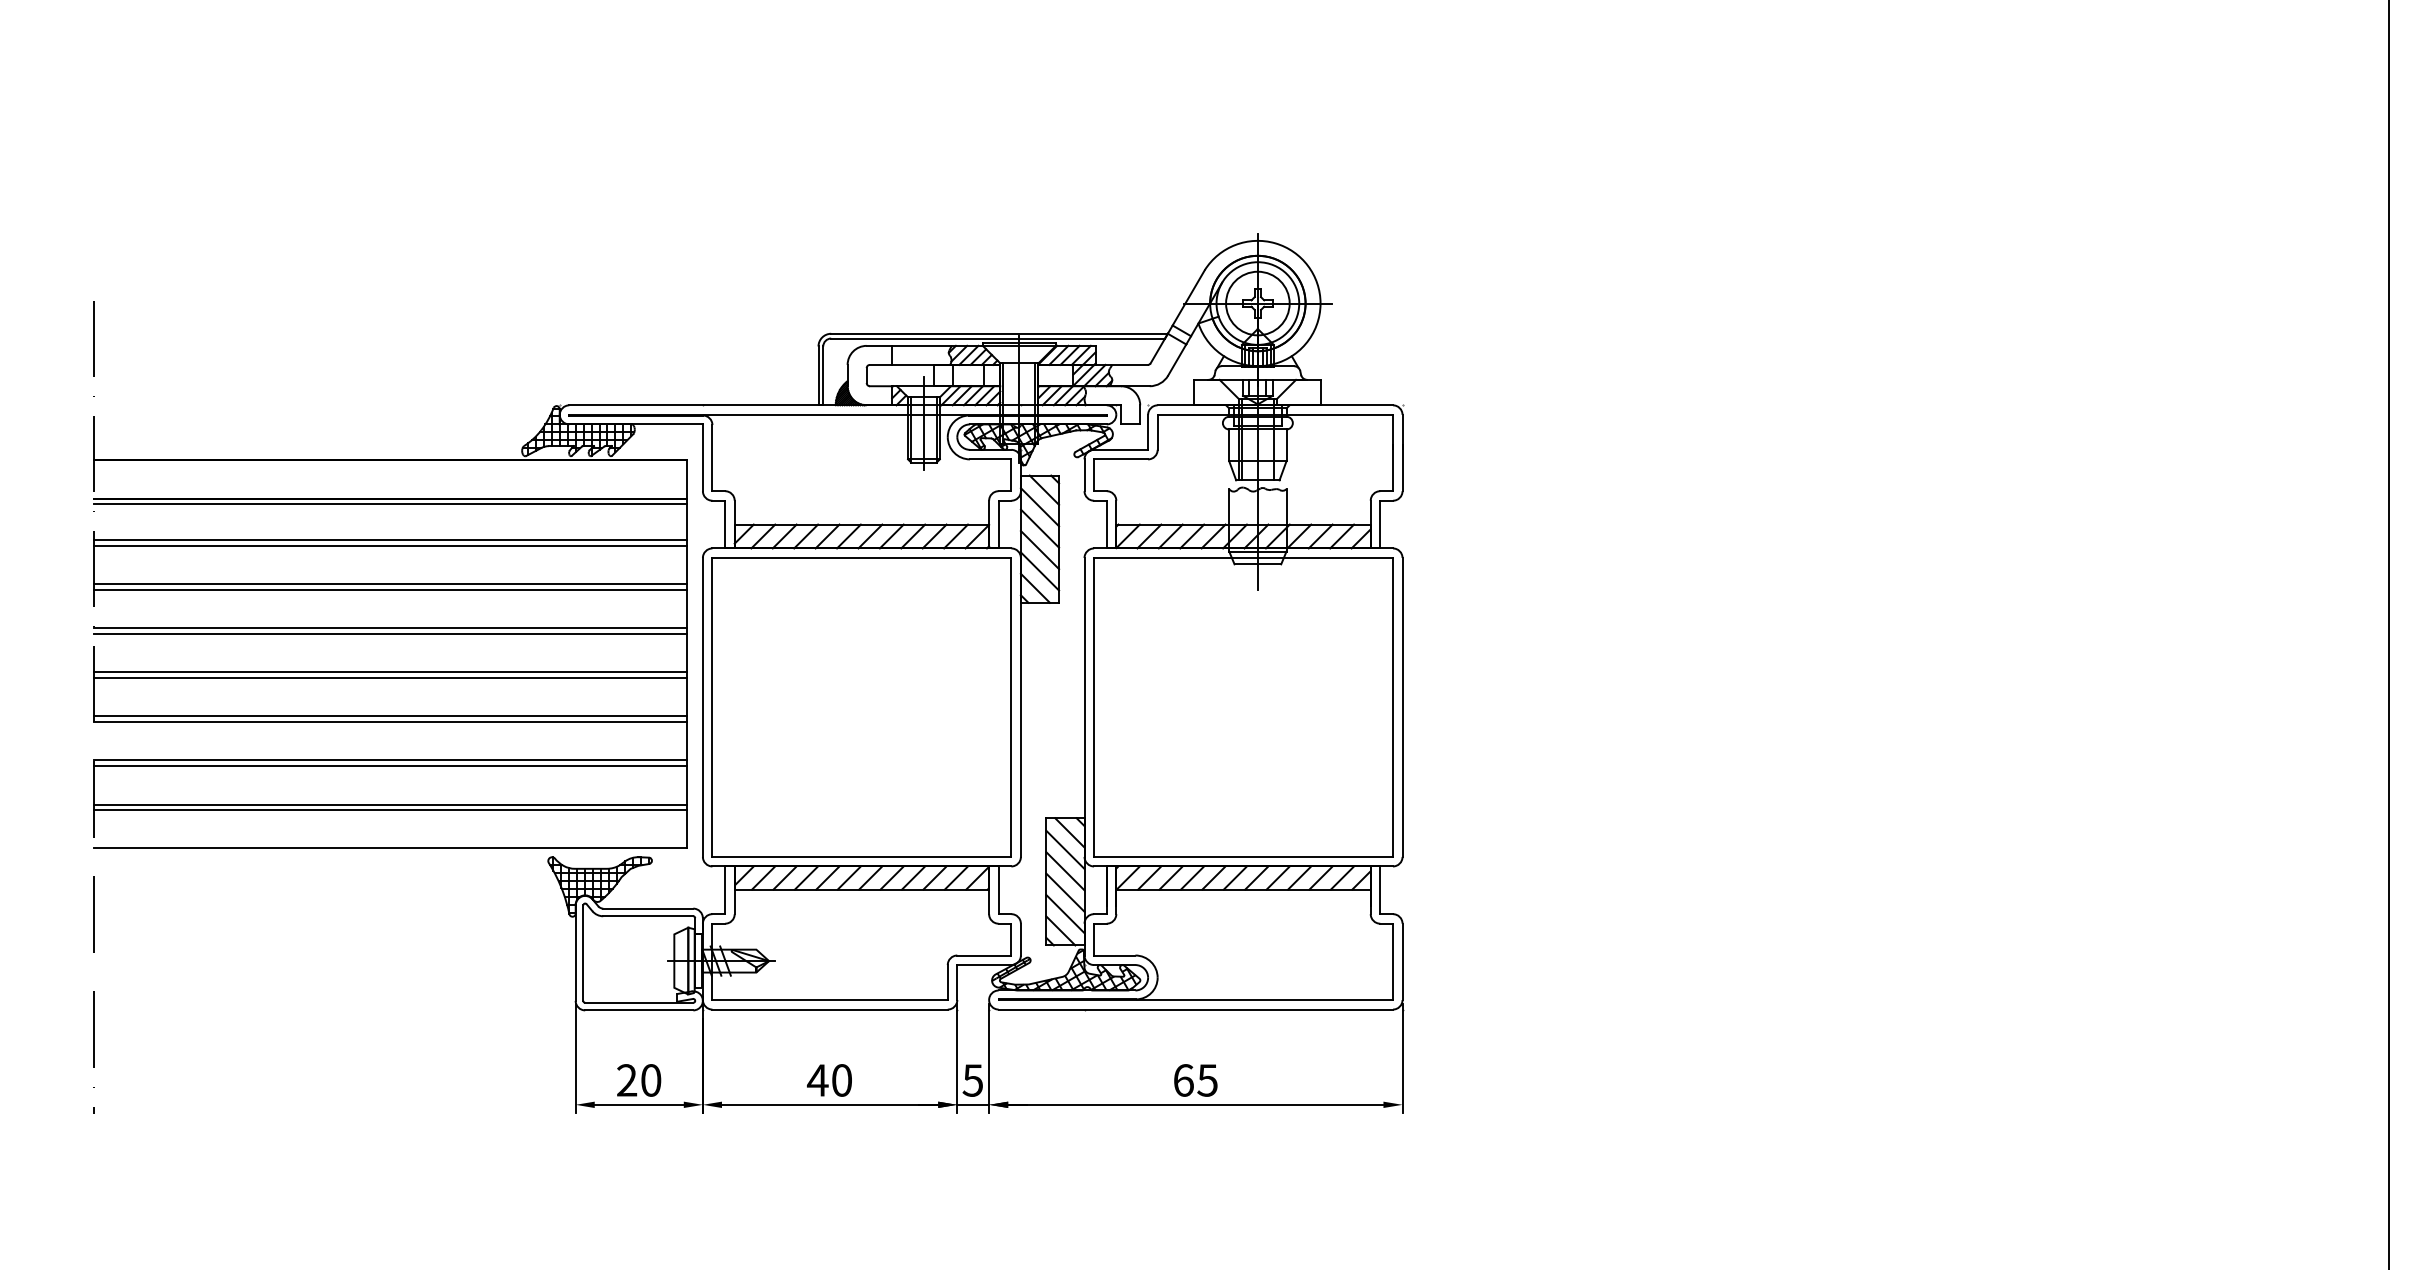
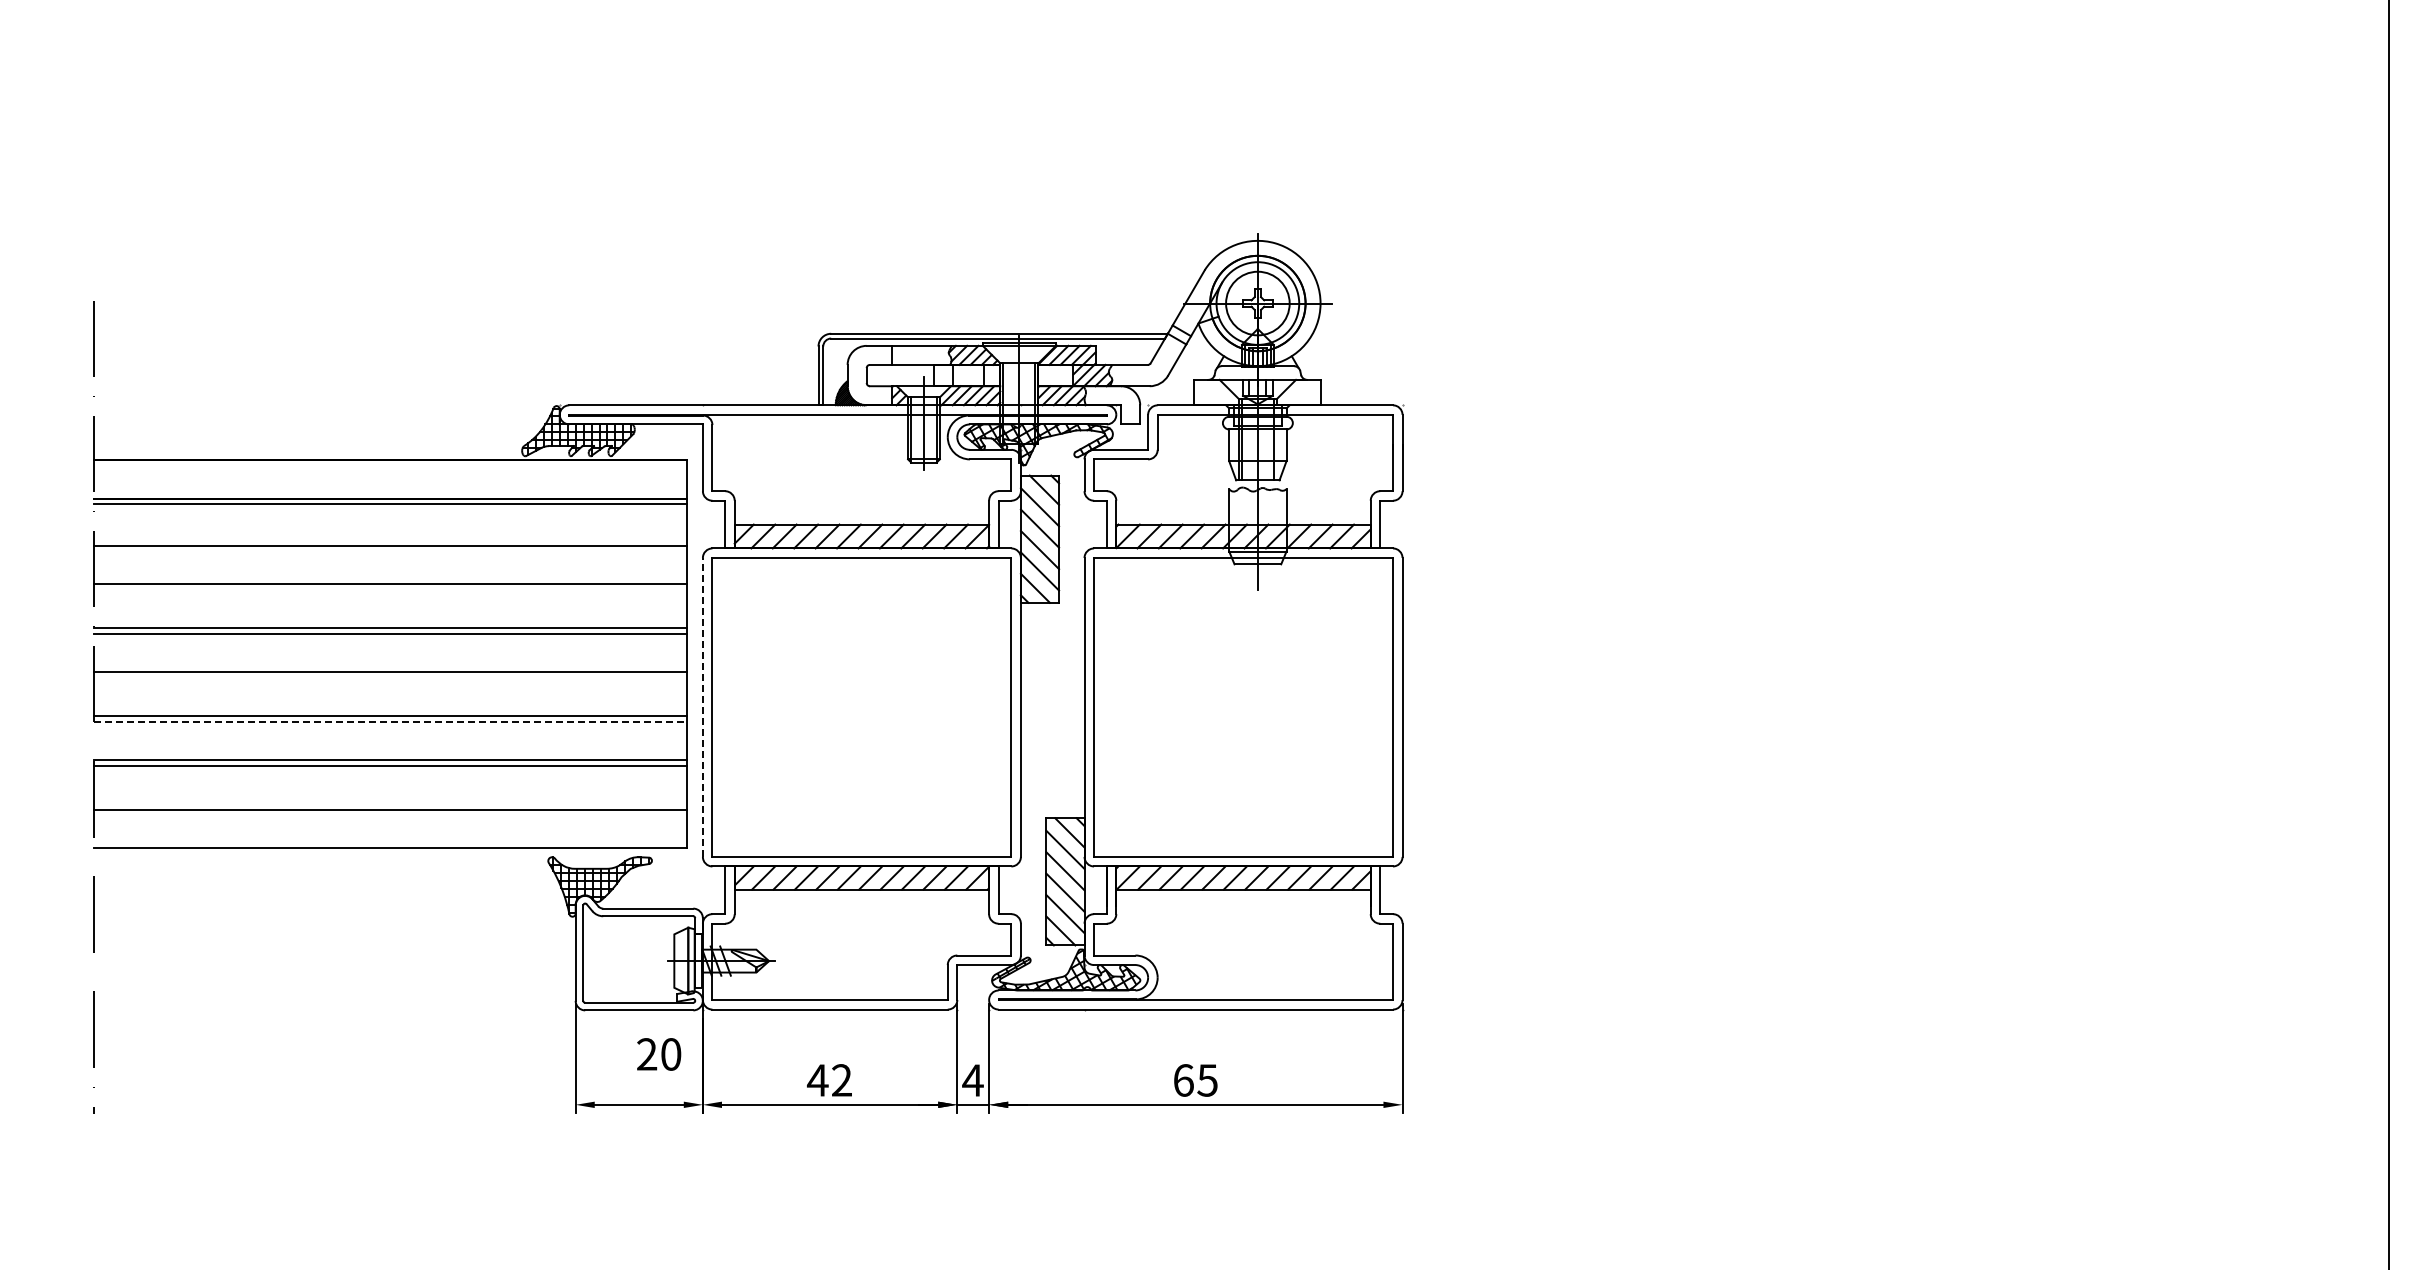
line at (389, 539): present -> none
line at (389, 589): present -> none
line at (389, 677): present -> none
line at (702, 706): solid -> dashed
line at (390, 721): solid -> dashed
line at (389, 804): present -> none
text at (639, 1080) position: (639, 1080) -> (659, 1054)
text at (841, 1080): 40 -> 42
text at (972, 1080): 5 -> 4
